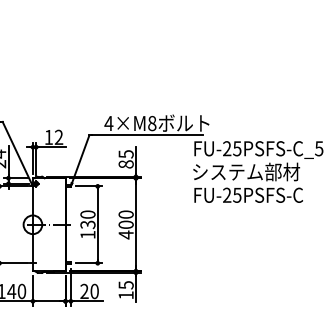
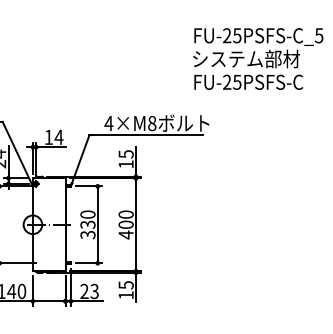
text at (58, 136): 12 -> 14
text at (125, 164): 85 -> 15
text at (258, 171) position: (258, 171) -> (258, 58)
text at (87, 235): 130 -> 330
text at (94, 291): 20 -> 23
